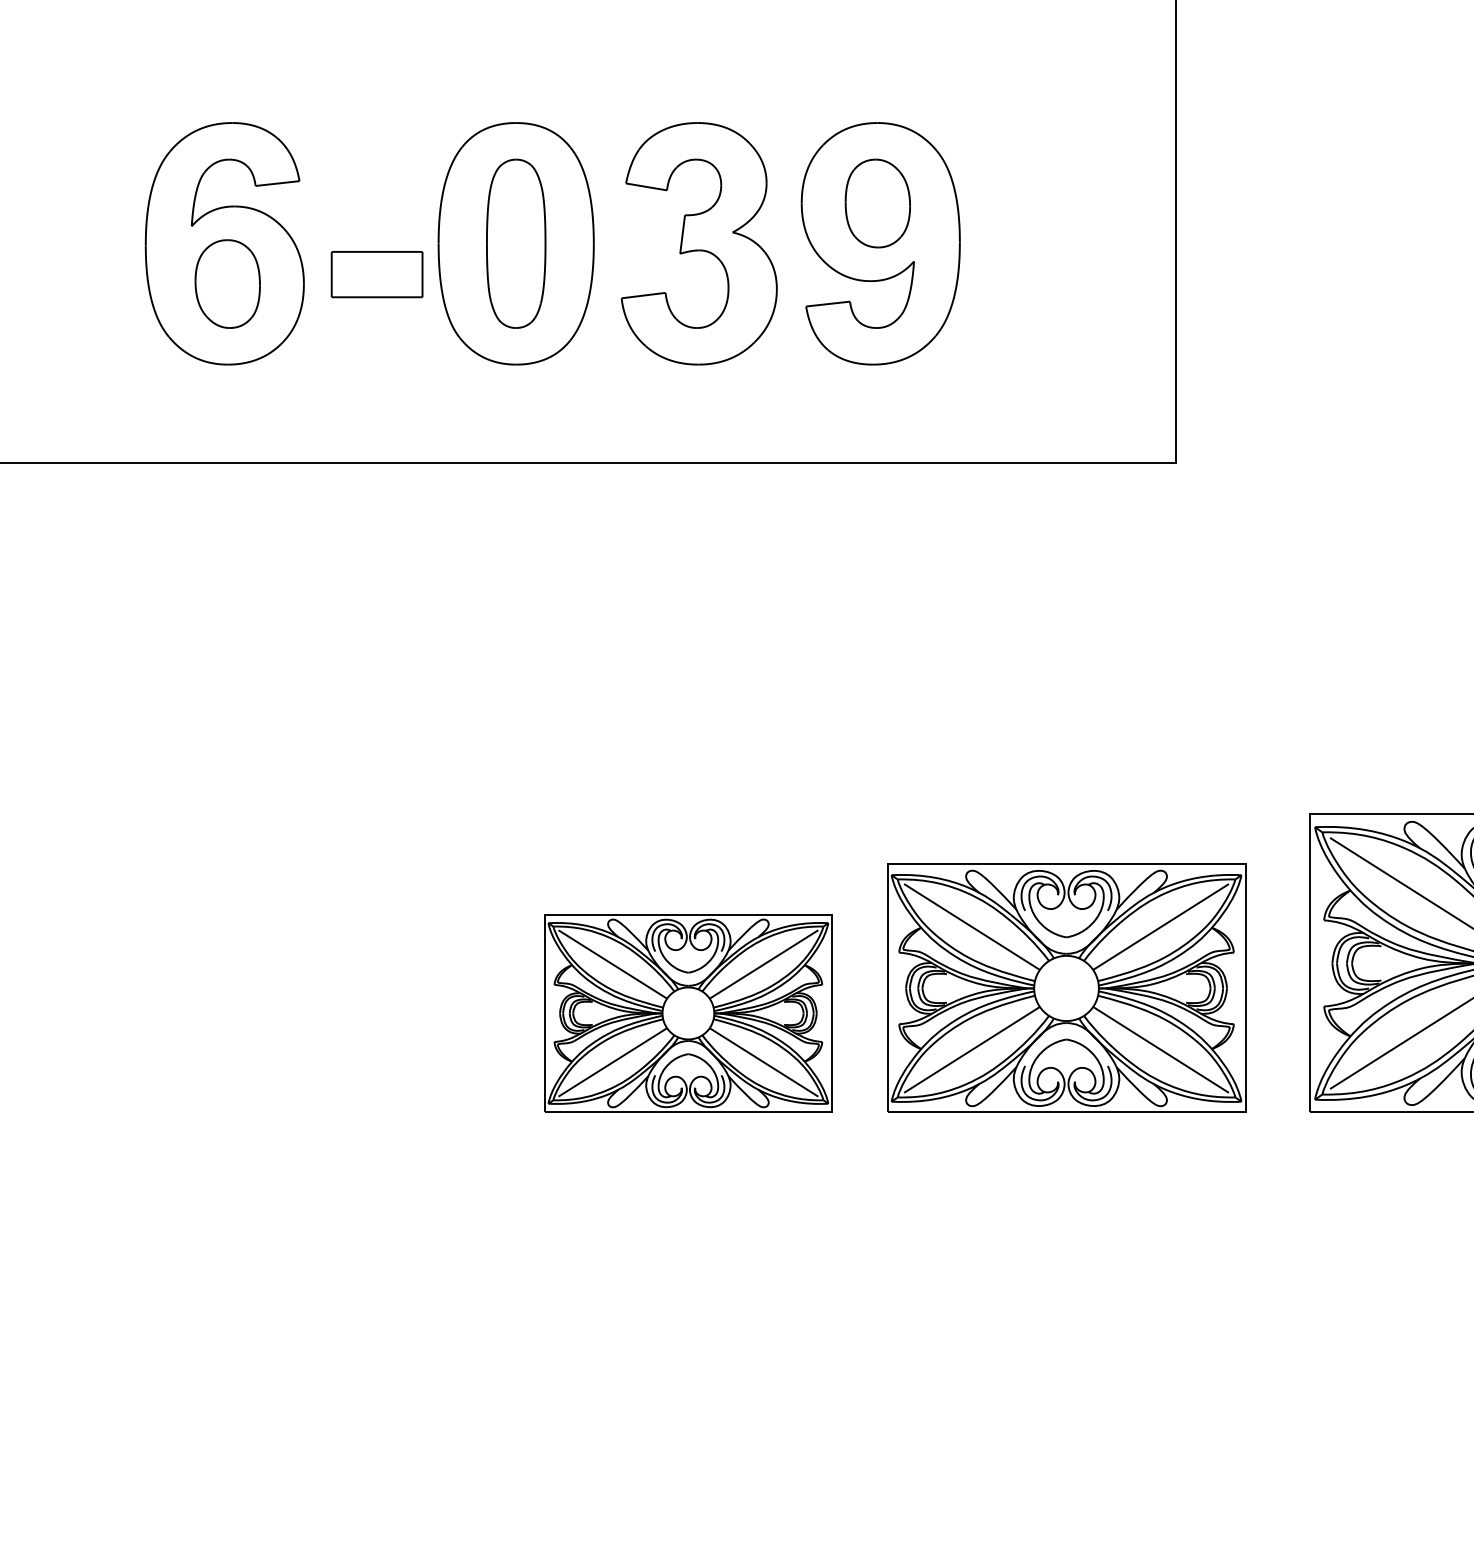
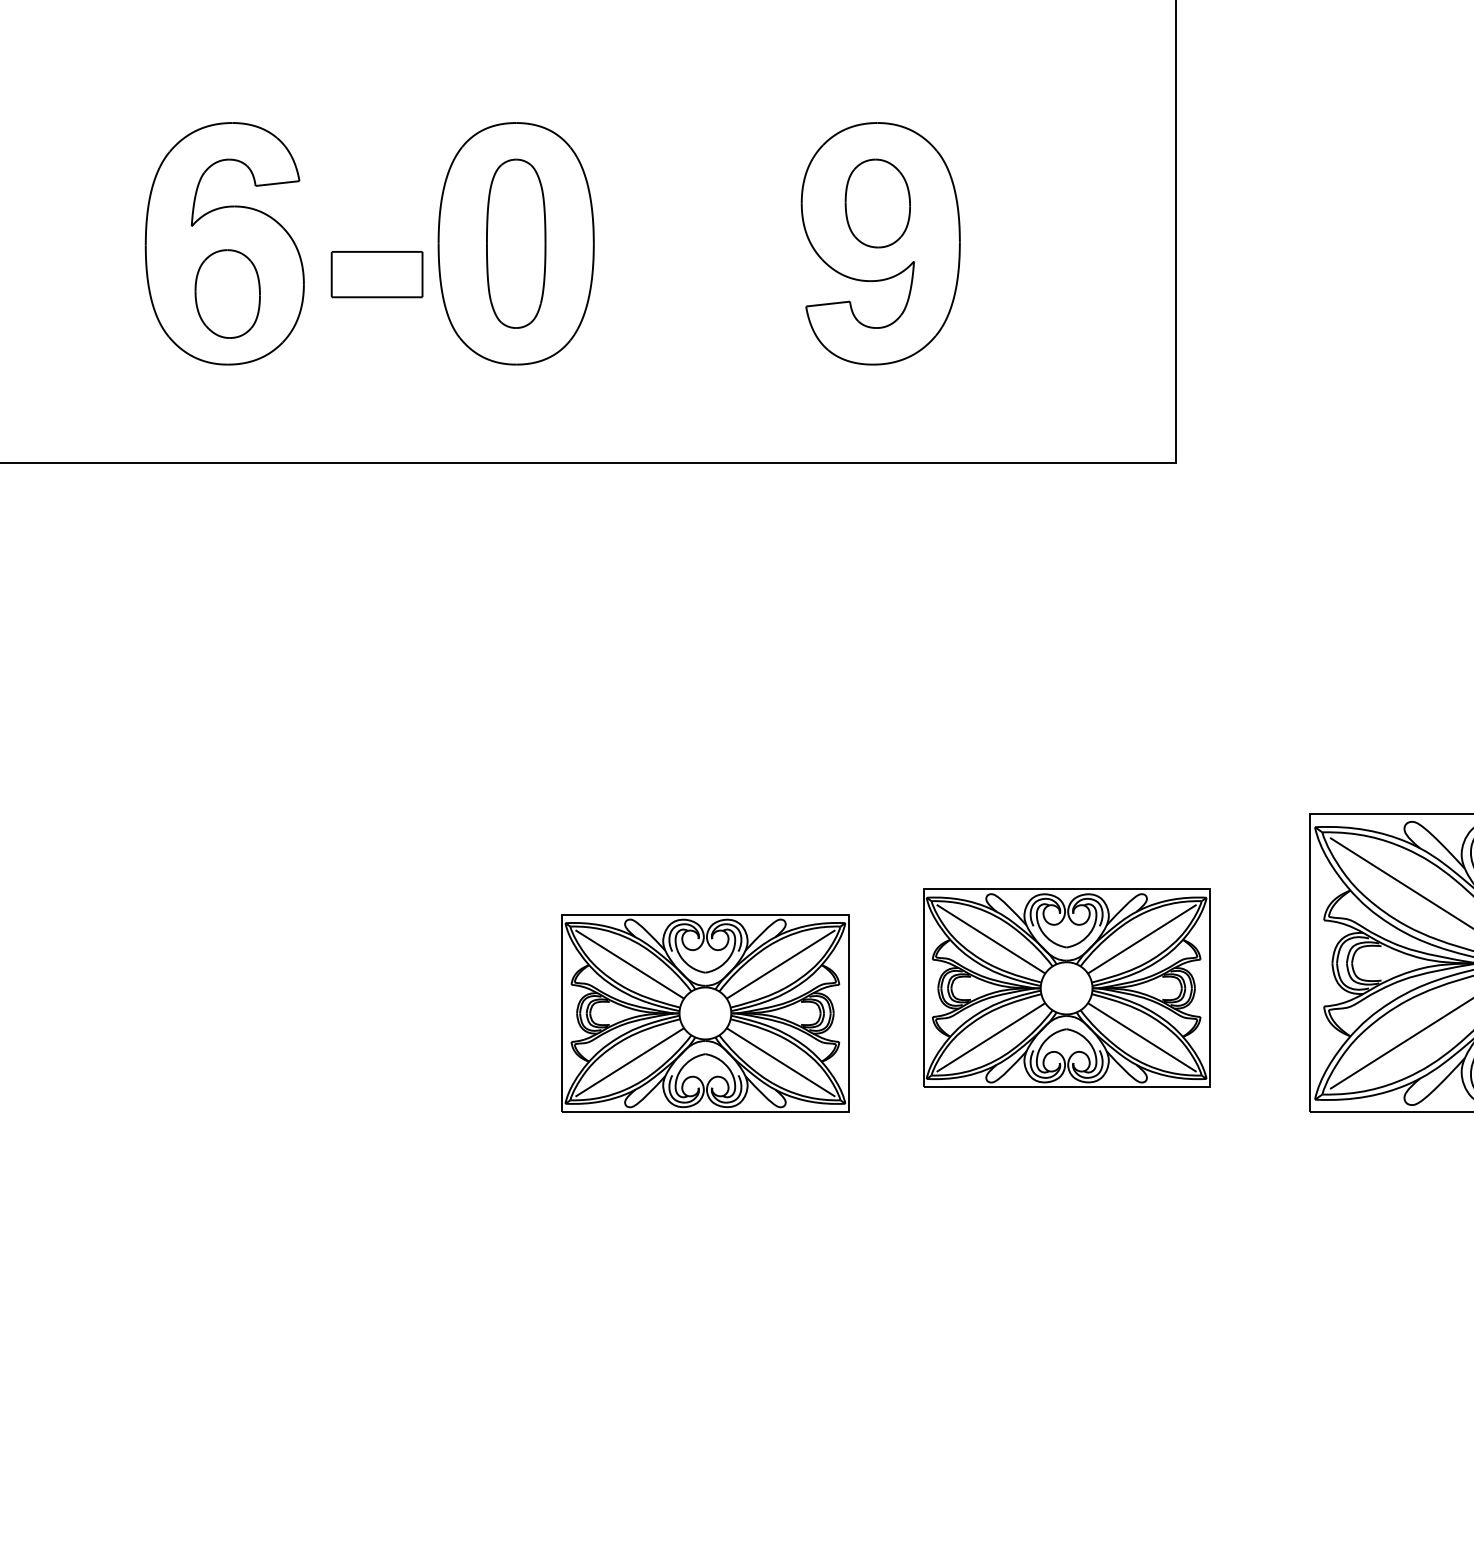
part at (698, 243): present -> none
part at (227, 283) position: (227, 283) -> (227, 293)
part at (1066, 987) size: 360x250 px -> 288x200 px
part at (688, 1013) position: (688, 1013) -> (705, 1013)
